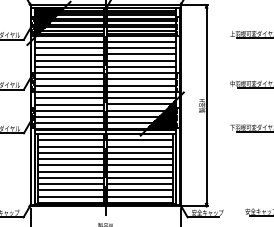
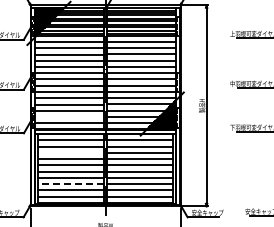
line at (69, 116): present -> none
line at (70, 152): present -> none
line at (70, 184): solid -> dashed
